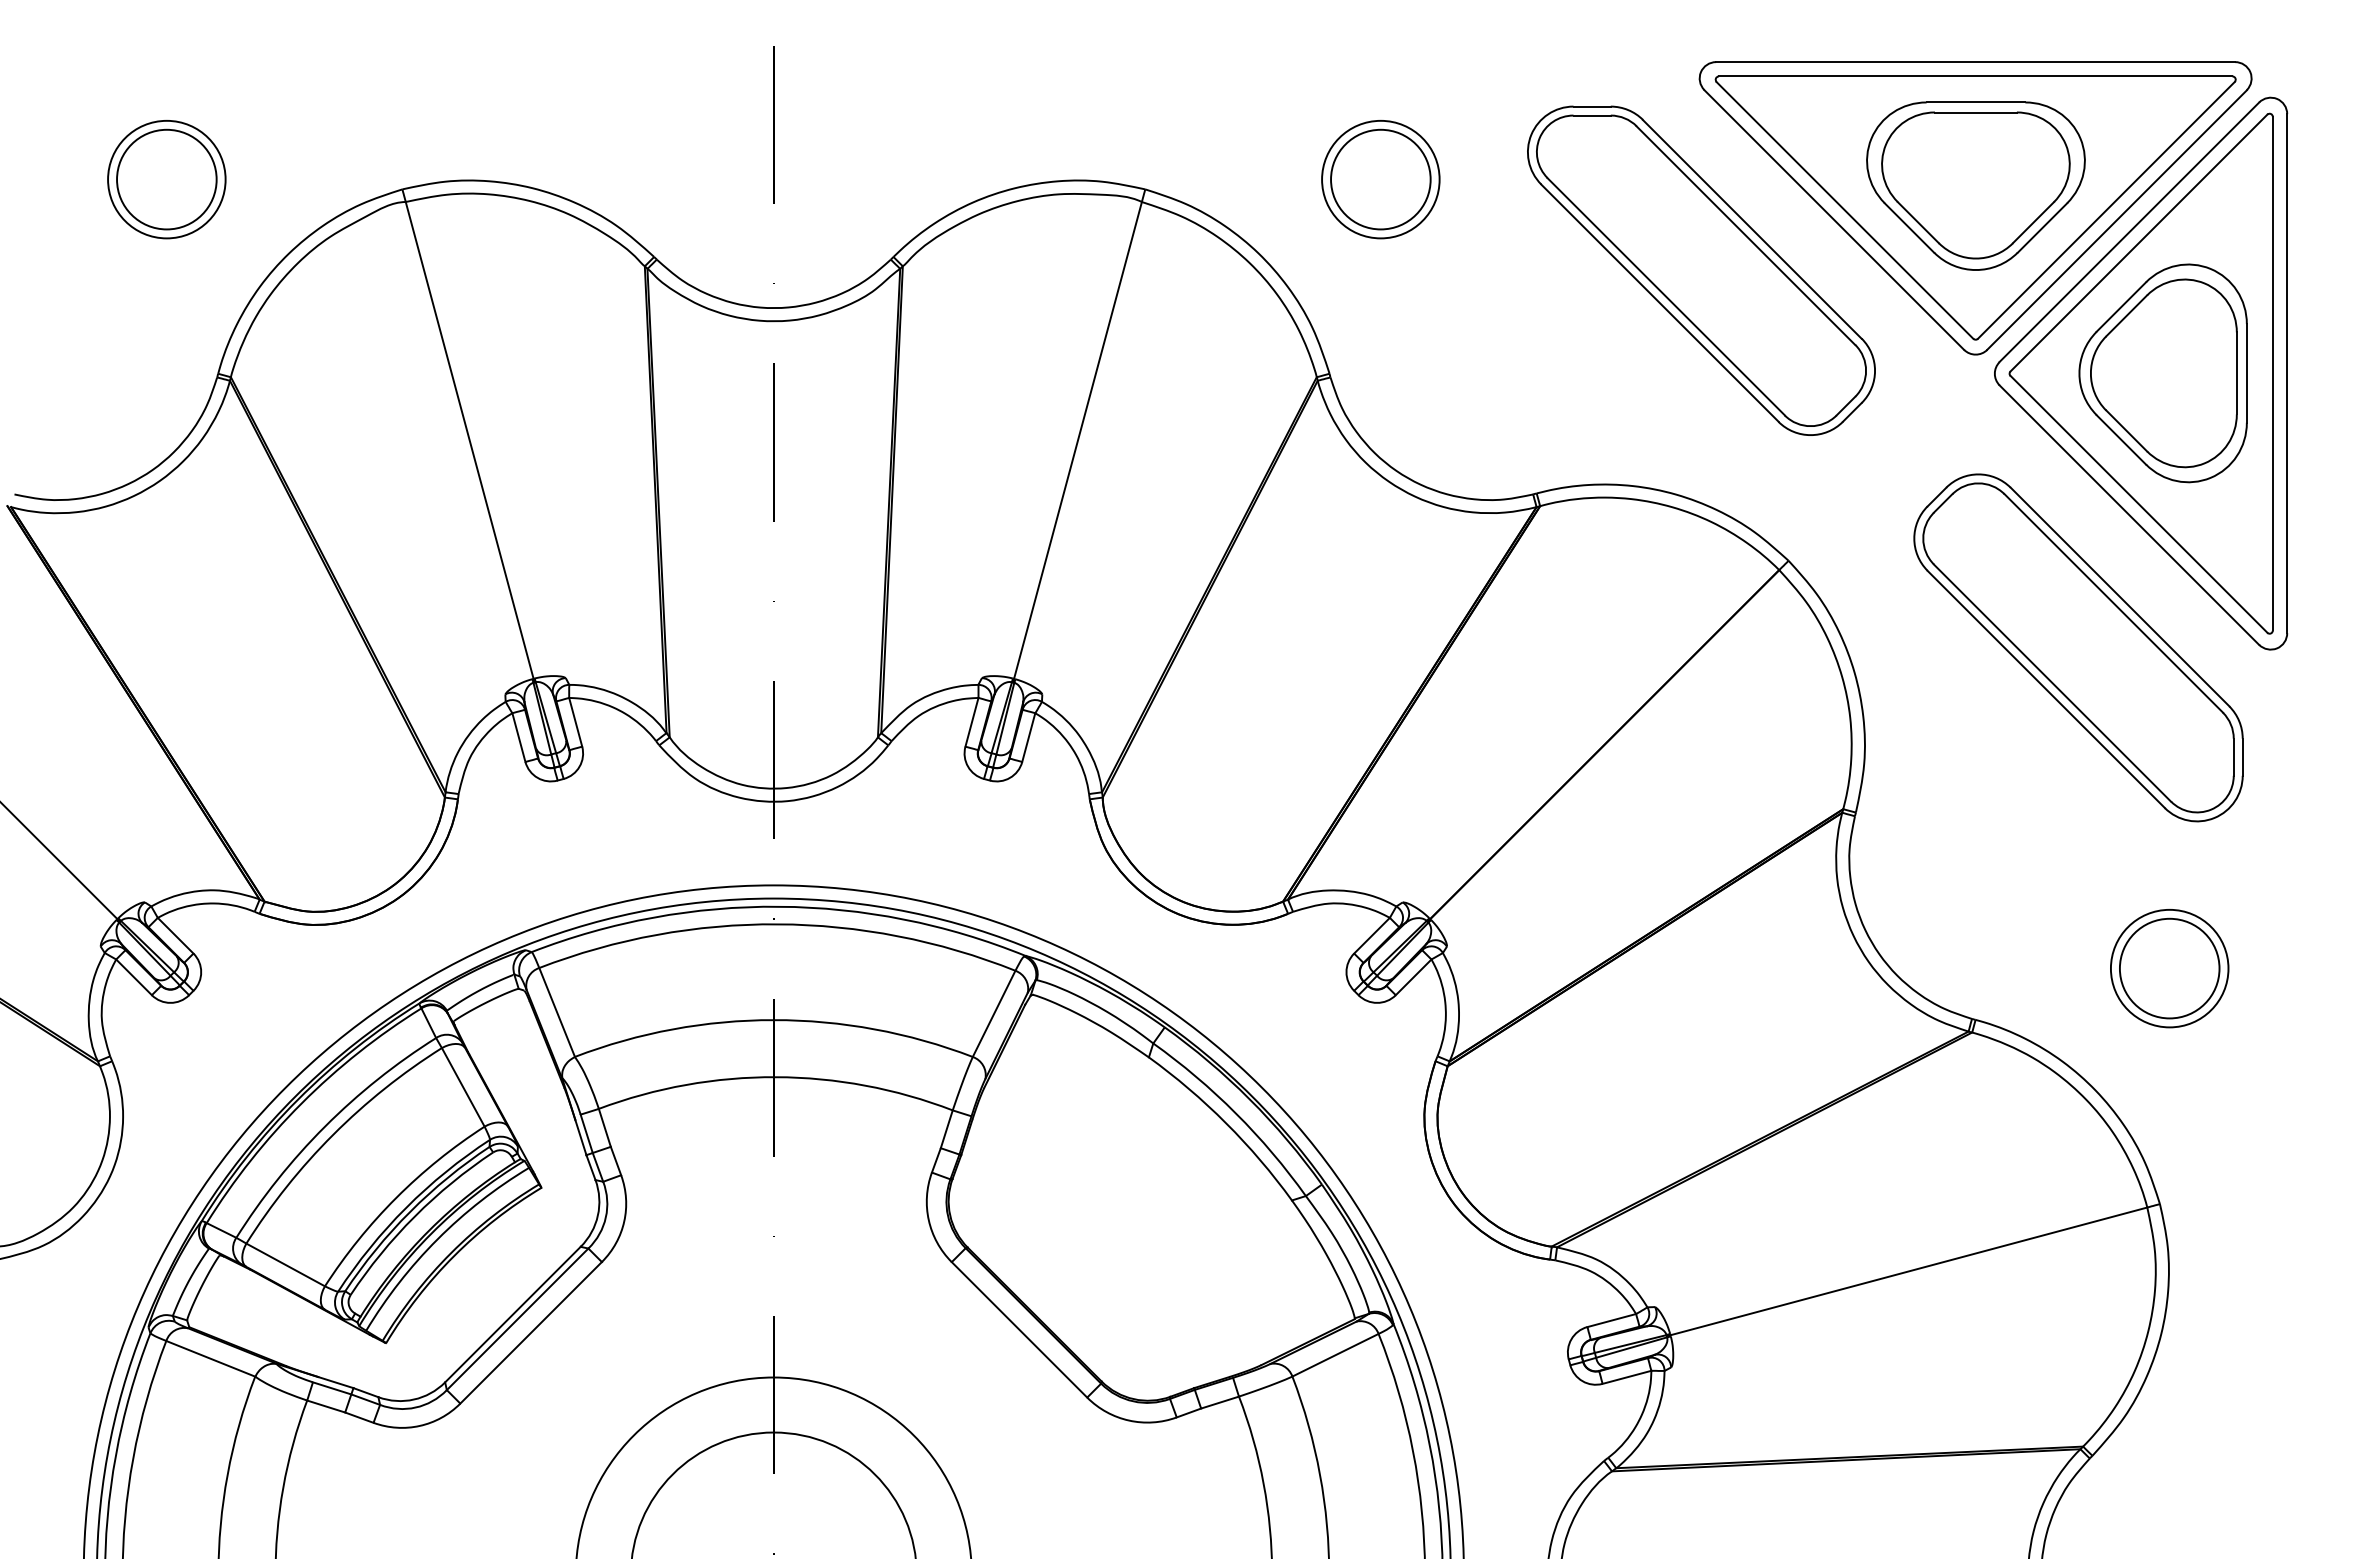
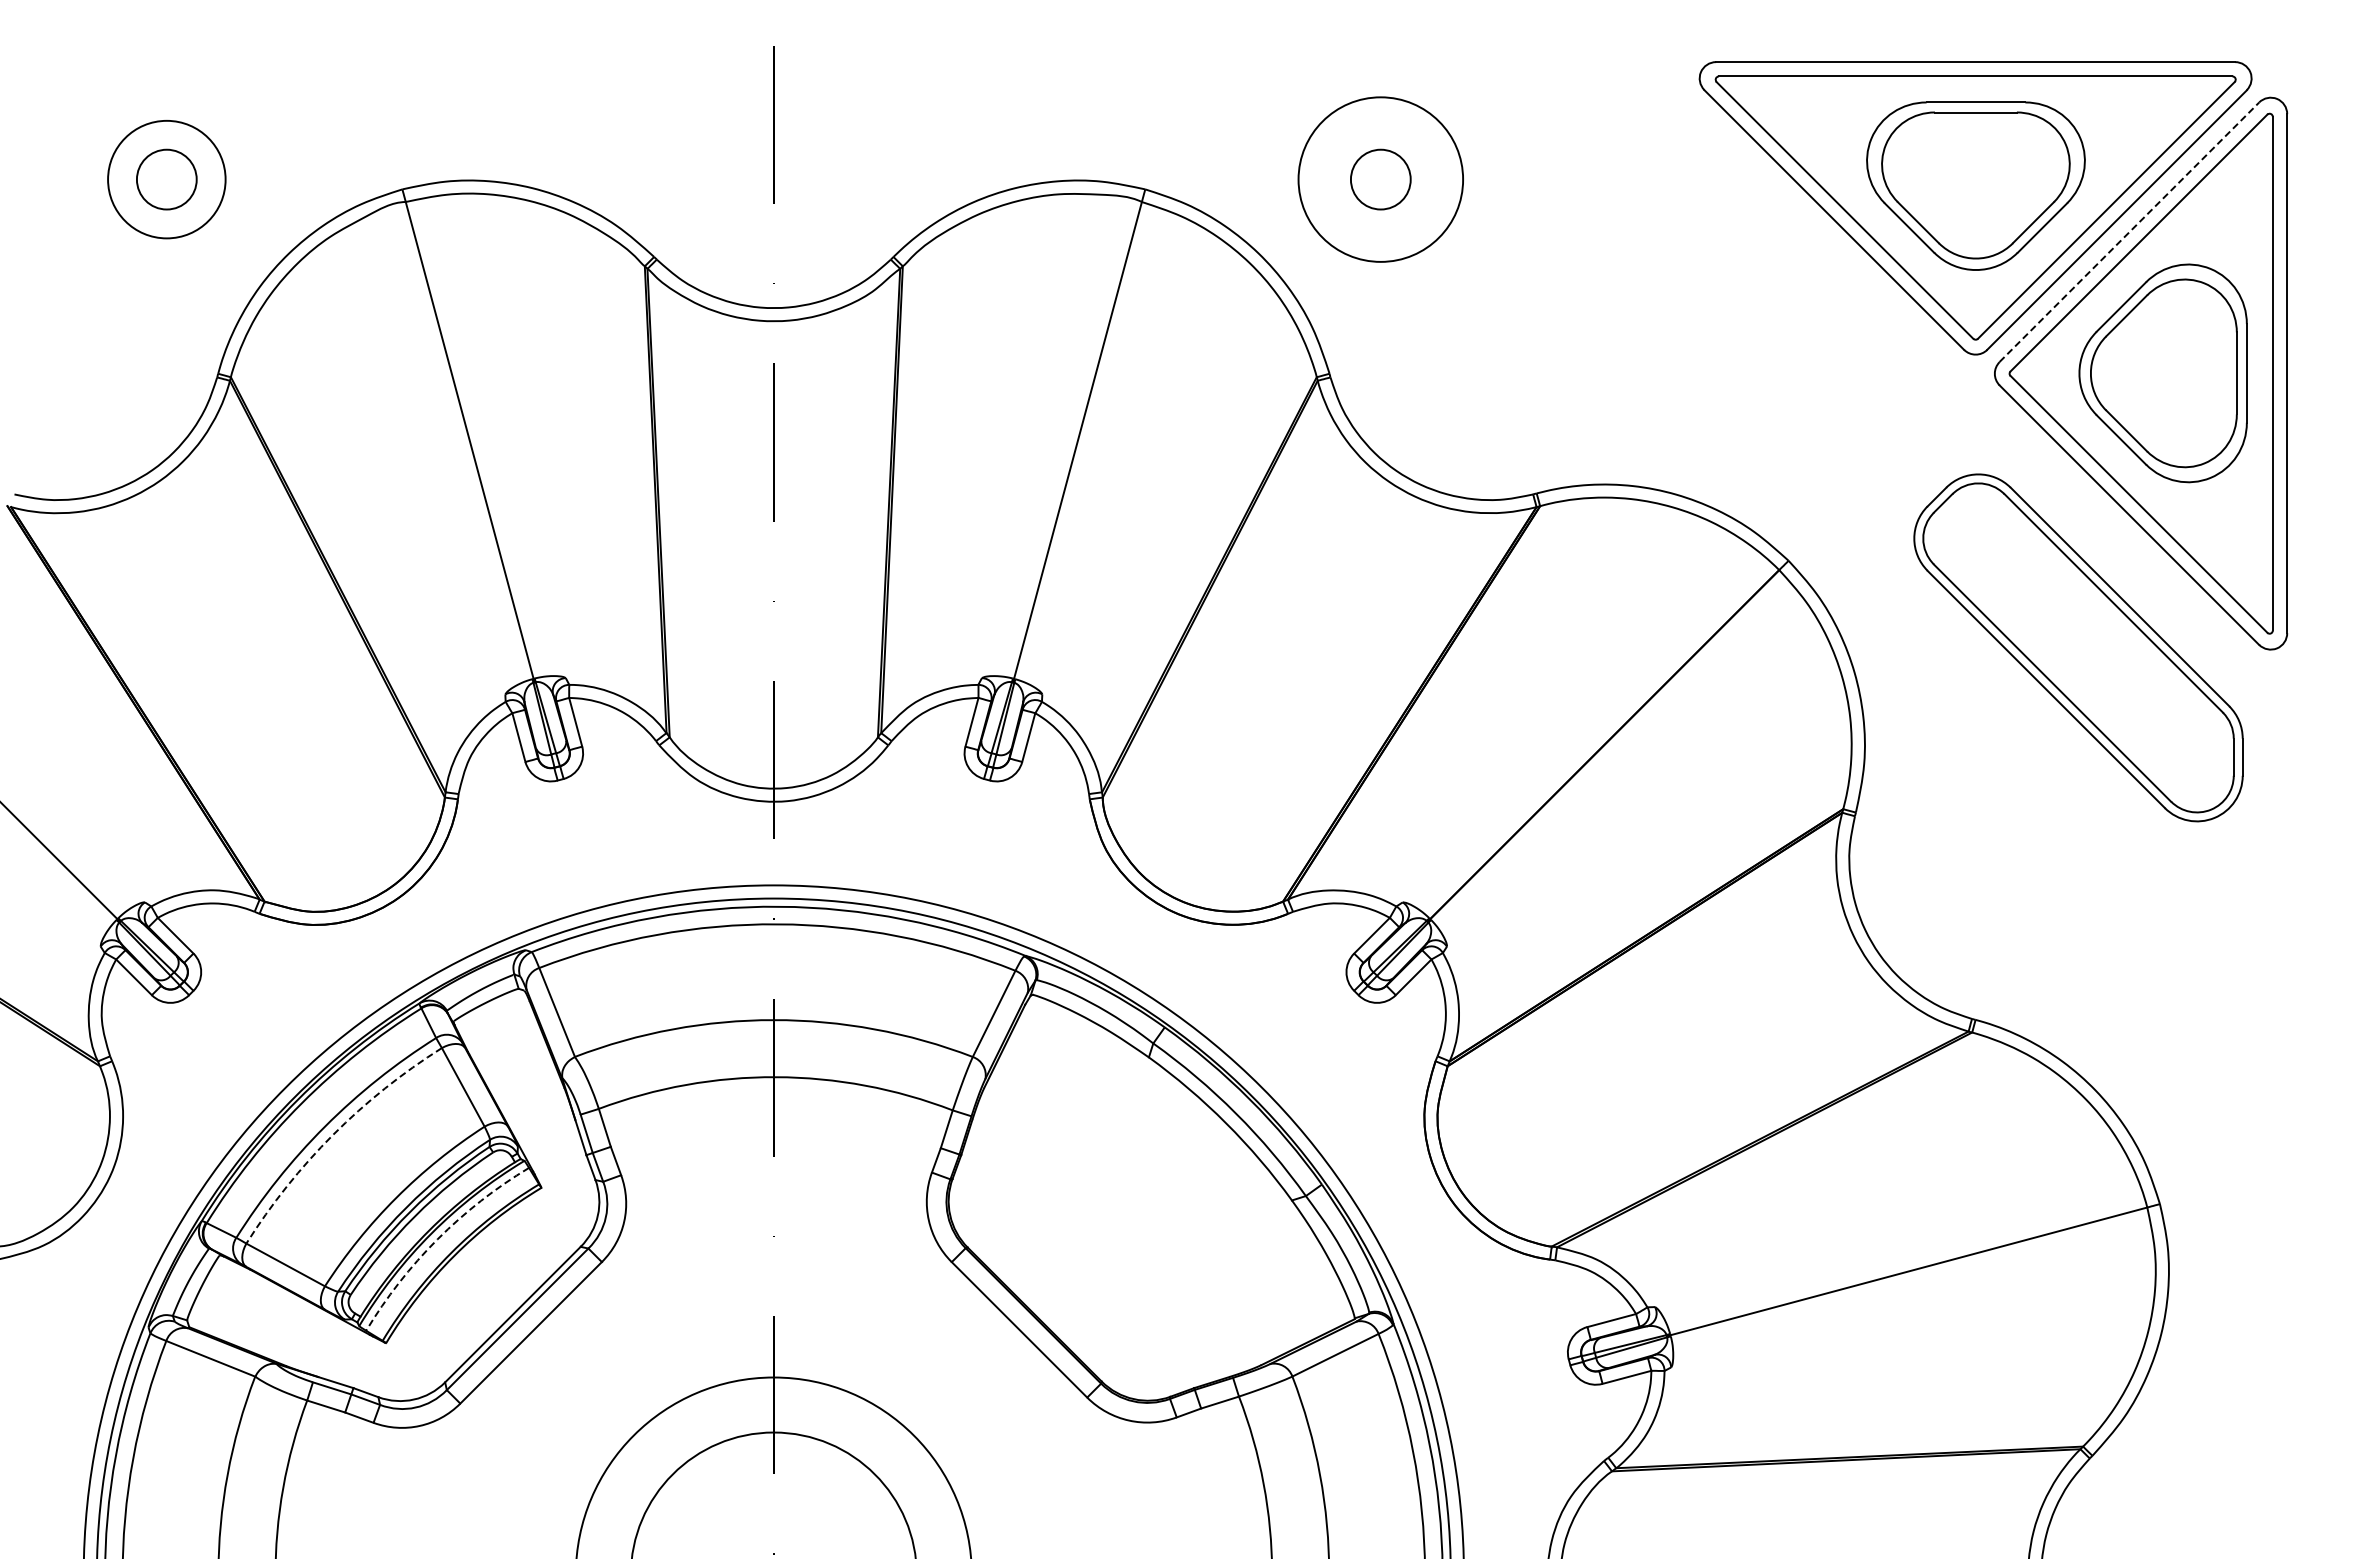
circle at (166, 179) diameter: 100 px -> 60 px
circle at (1380, 179) diameter: 100 px -> 60 px
circle at (1380, 179) diameter: 118 px -> 165 px
line at (2129, 232): solid -> dashed
part at (1701, 270): present -> none
part at (2169, 968): present -> none
arc at (333, 1134): solid -> dashed
arc at (437, 1239): solid -> dashed
